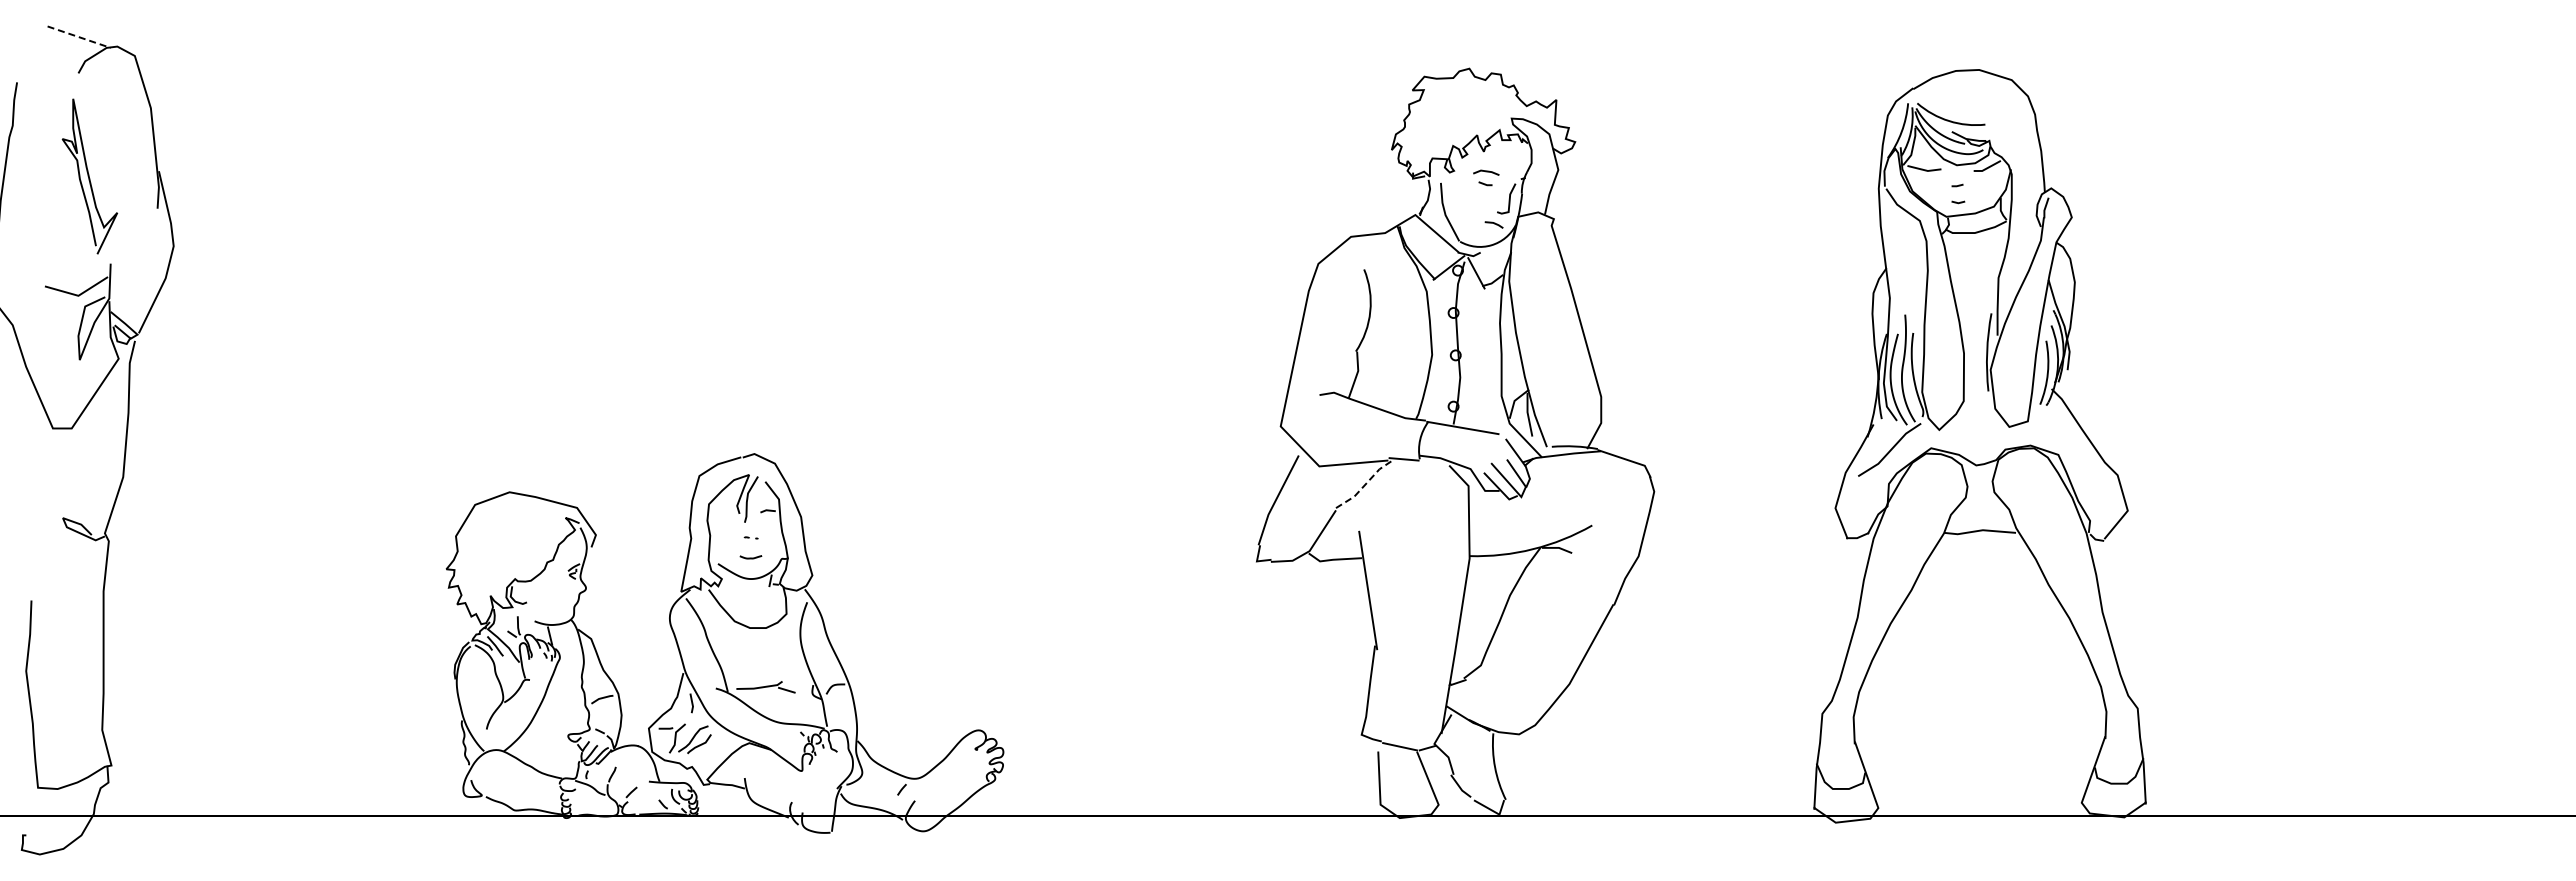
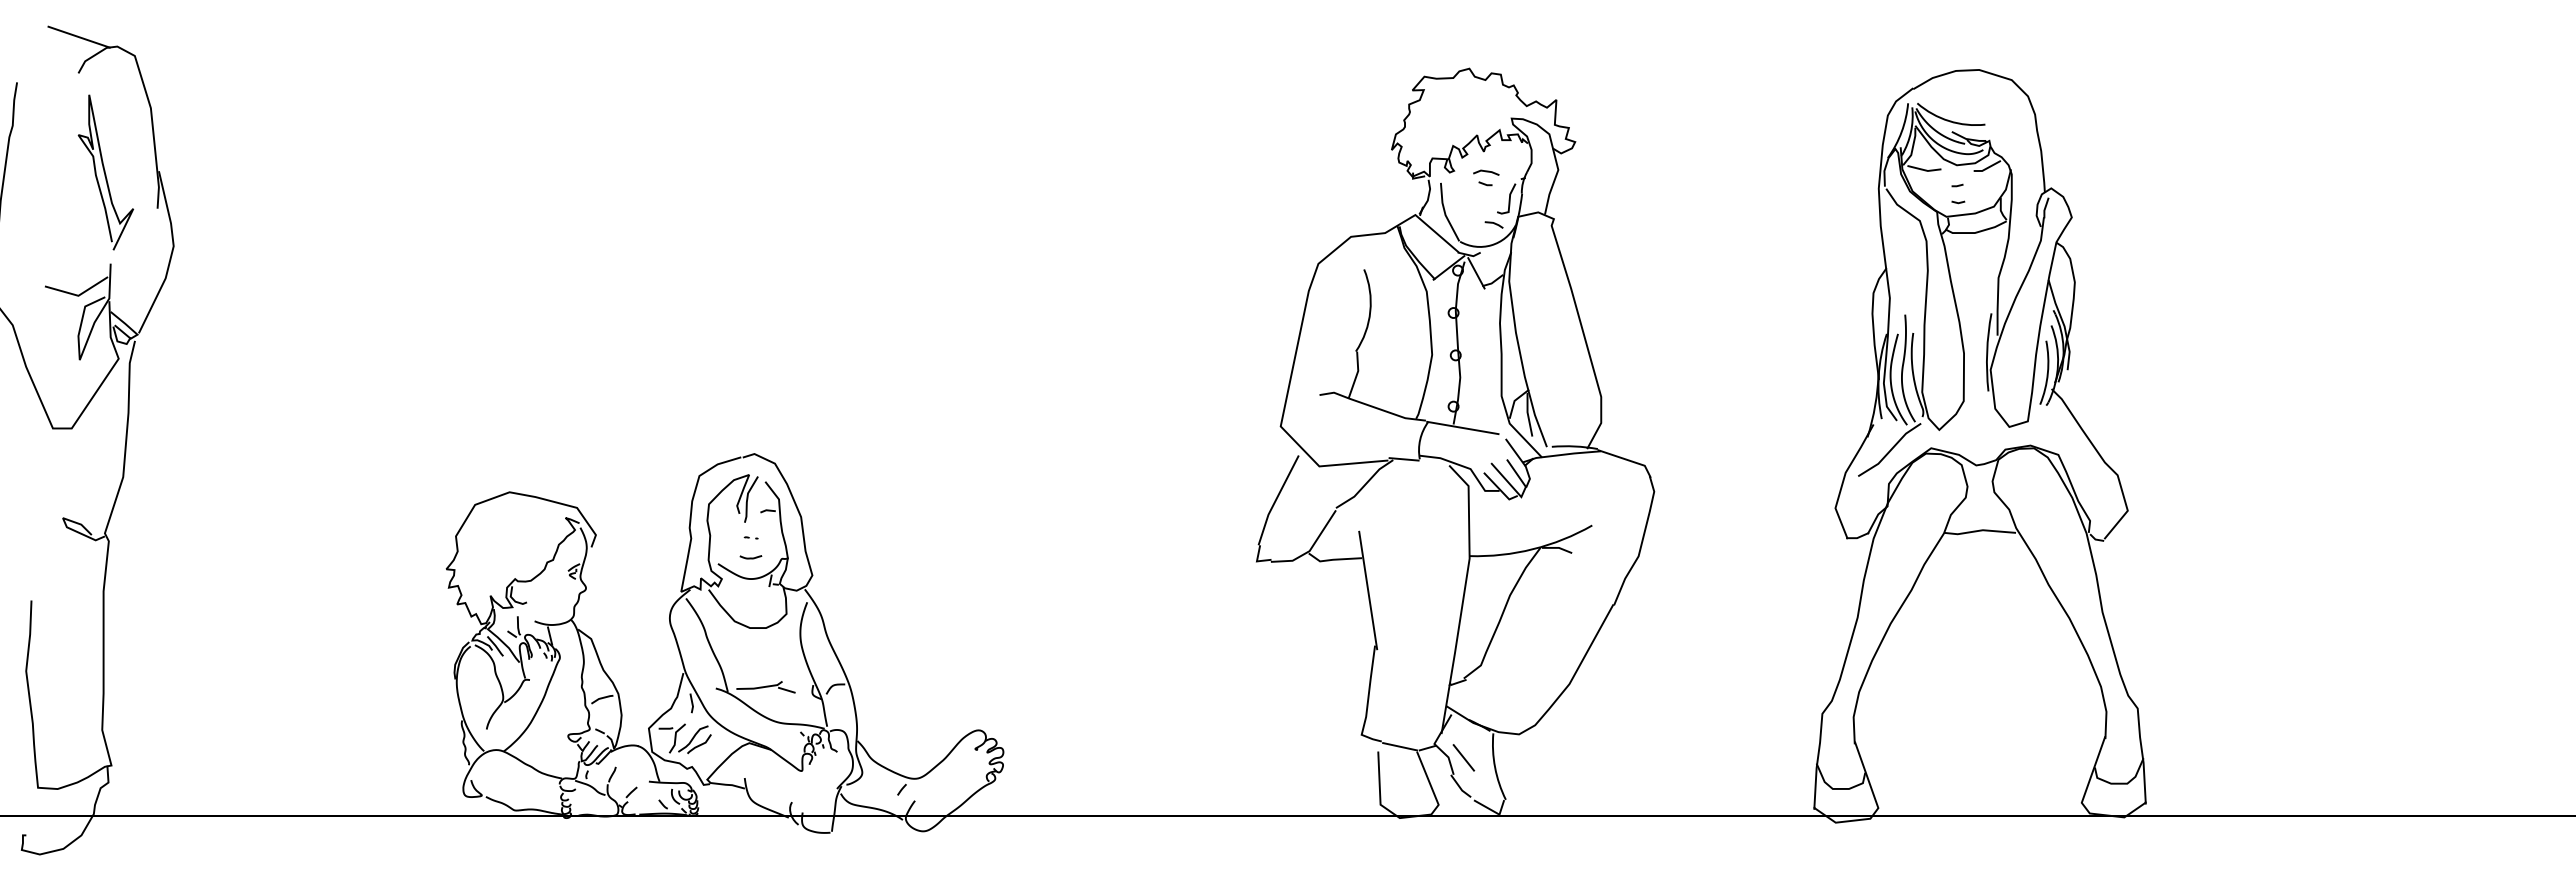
line at (79, 37): dashed -> solid
curve at (89, 176) position: (89, 176) -> (105, 172)
line at (1365, 484): dashed -> solid
line at (1463, 757): none -> present
